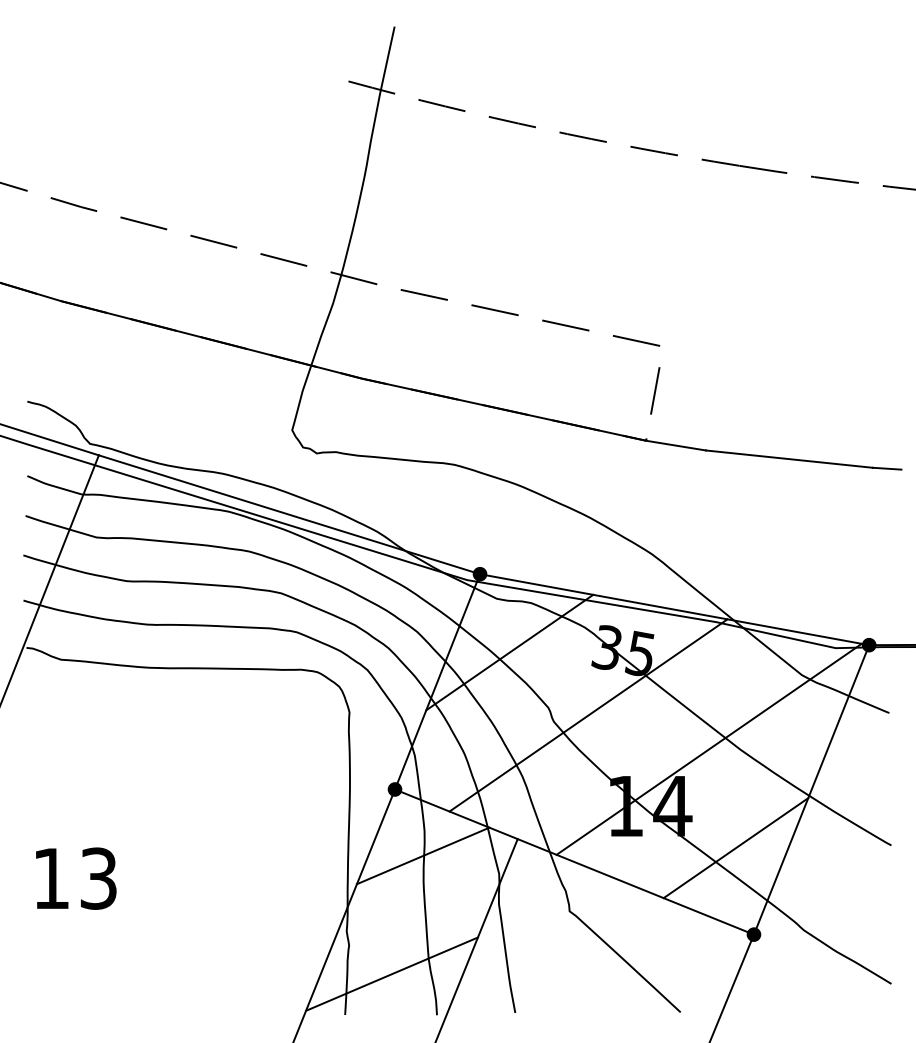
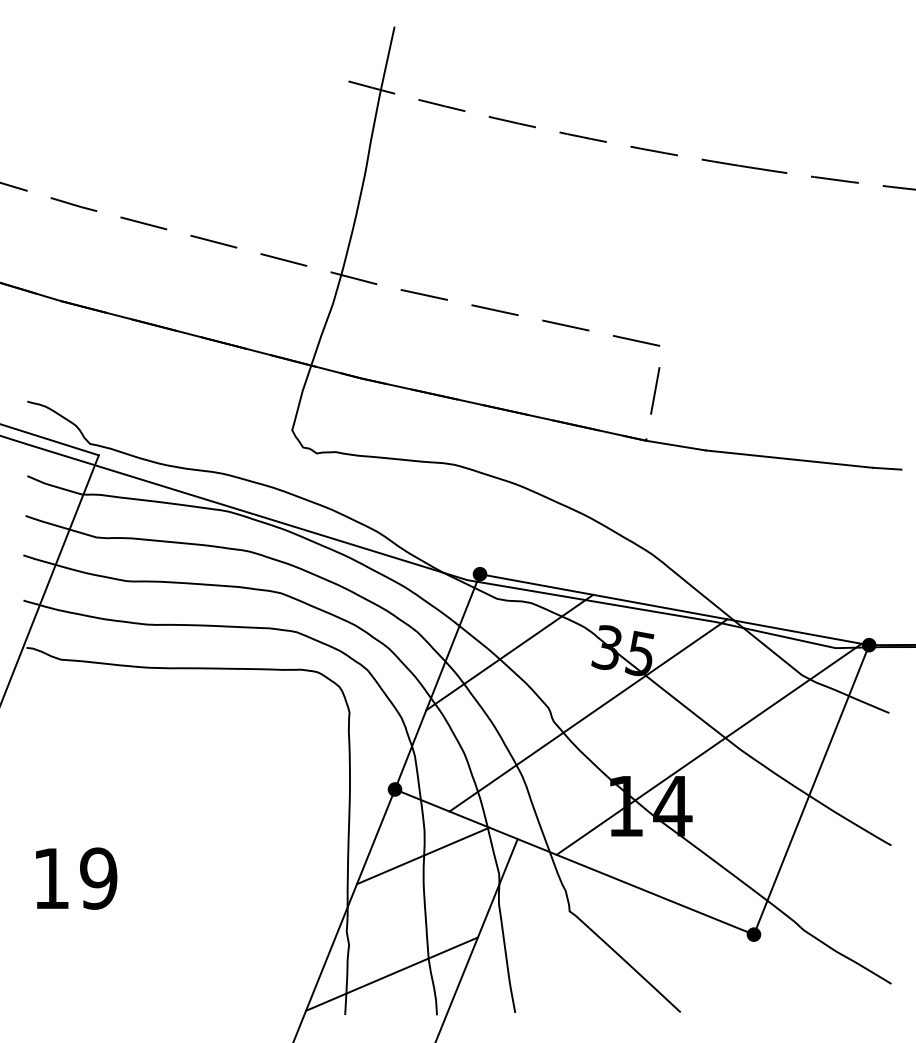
line at (289, 514): present -> none
line at (735, 848): present -> none
text at (98, 878): 13 -> 19
line at (731, 986): present -> none
